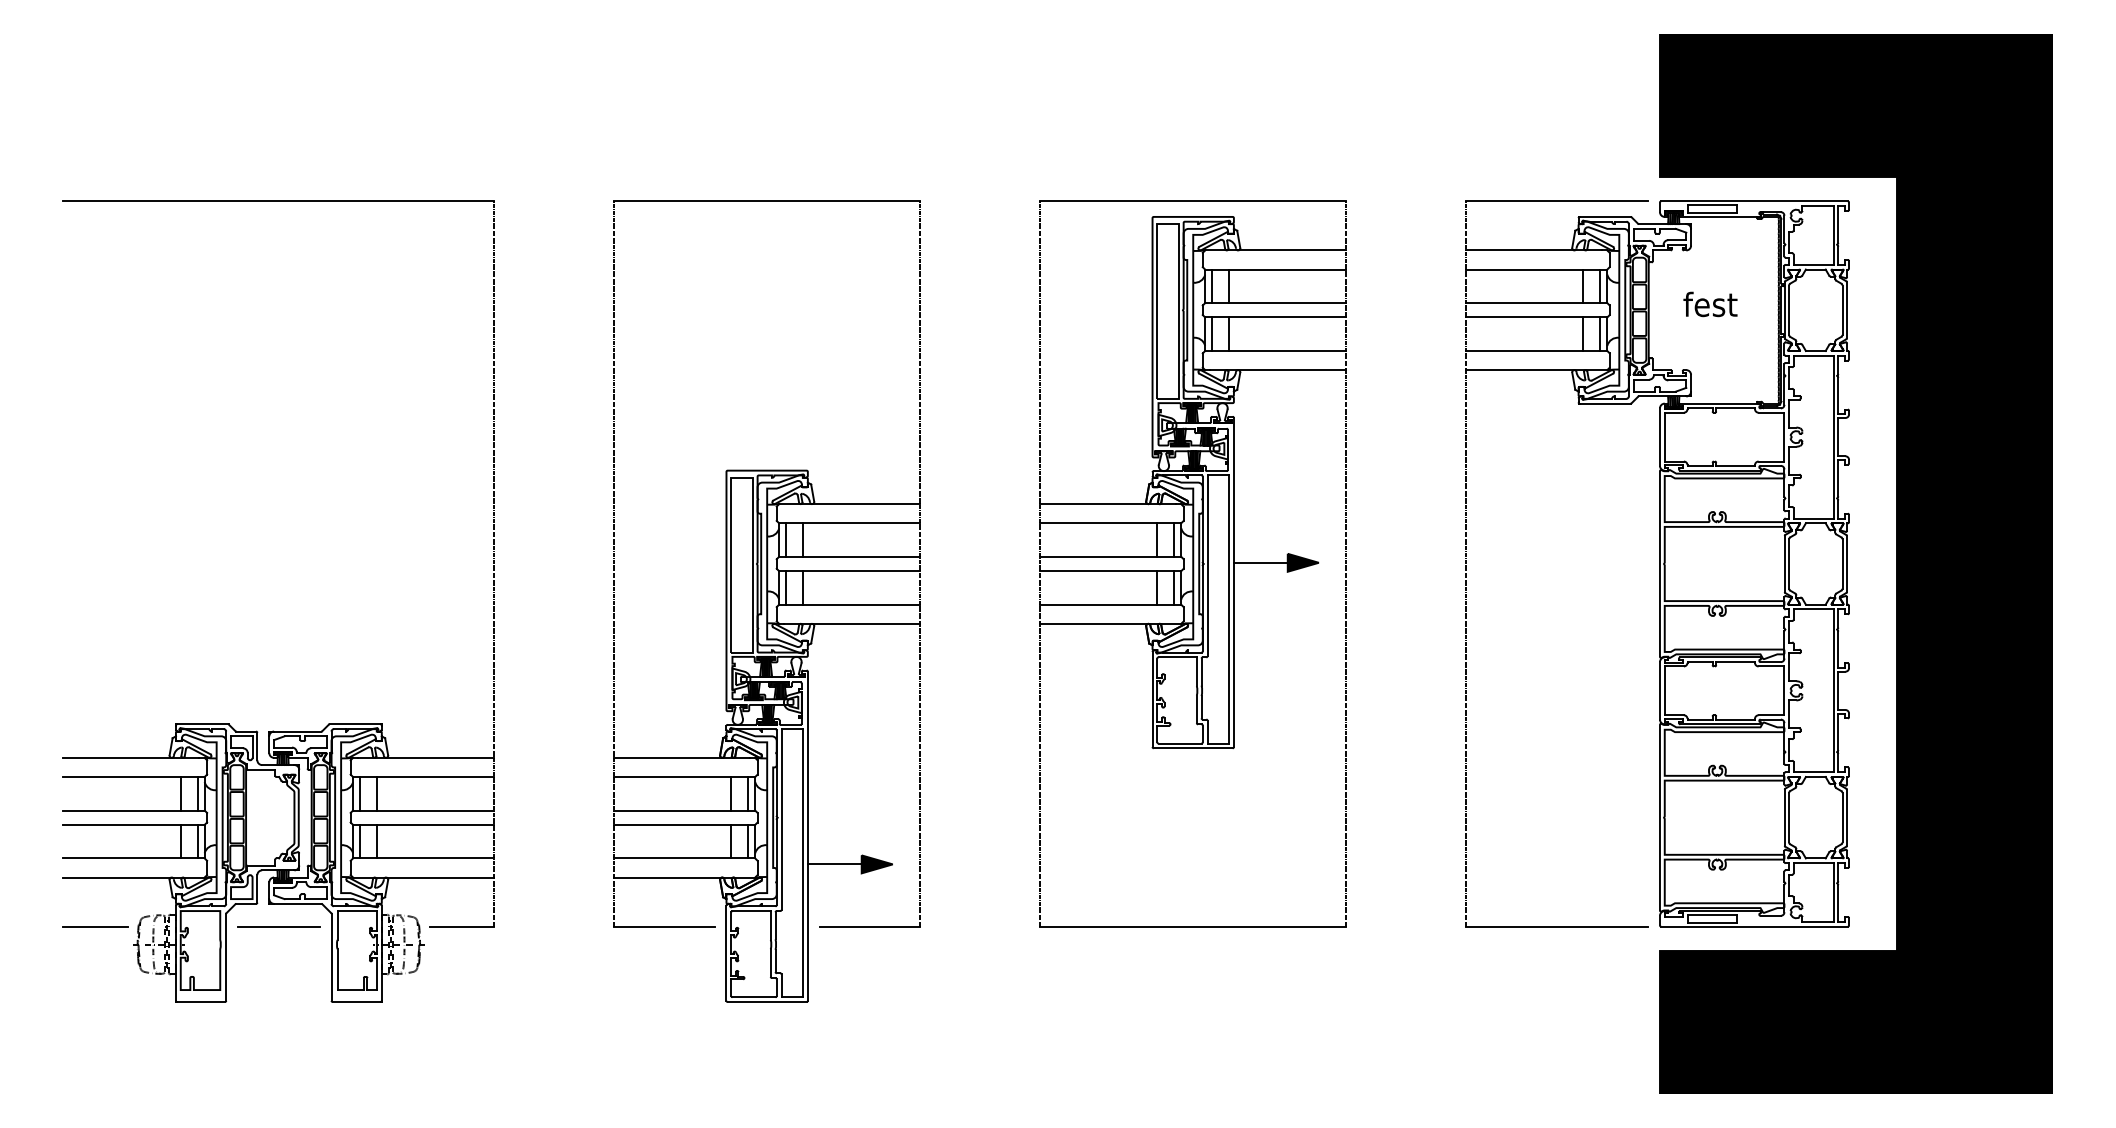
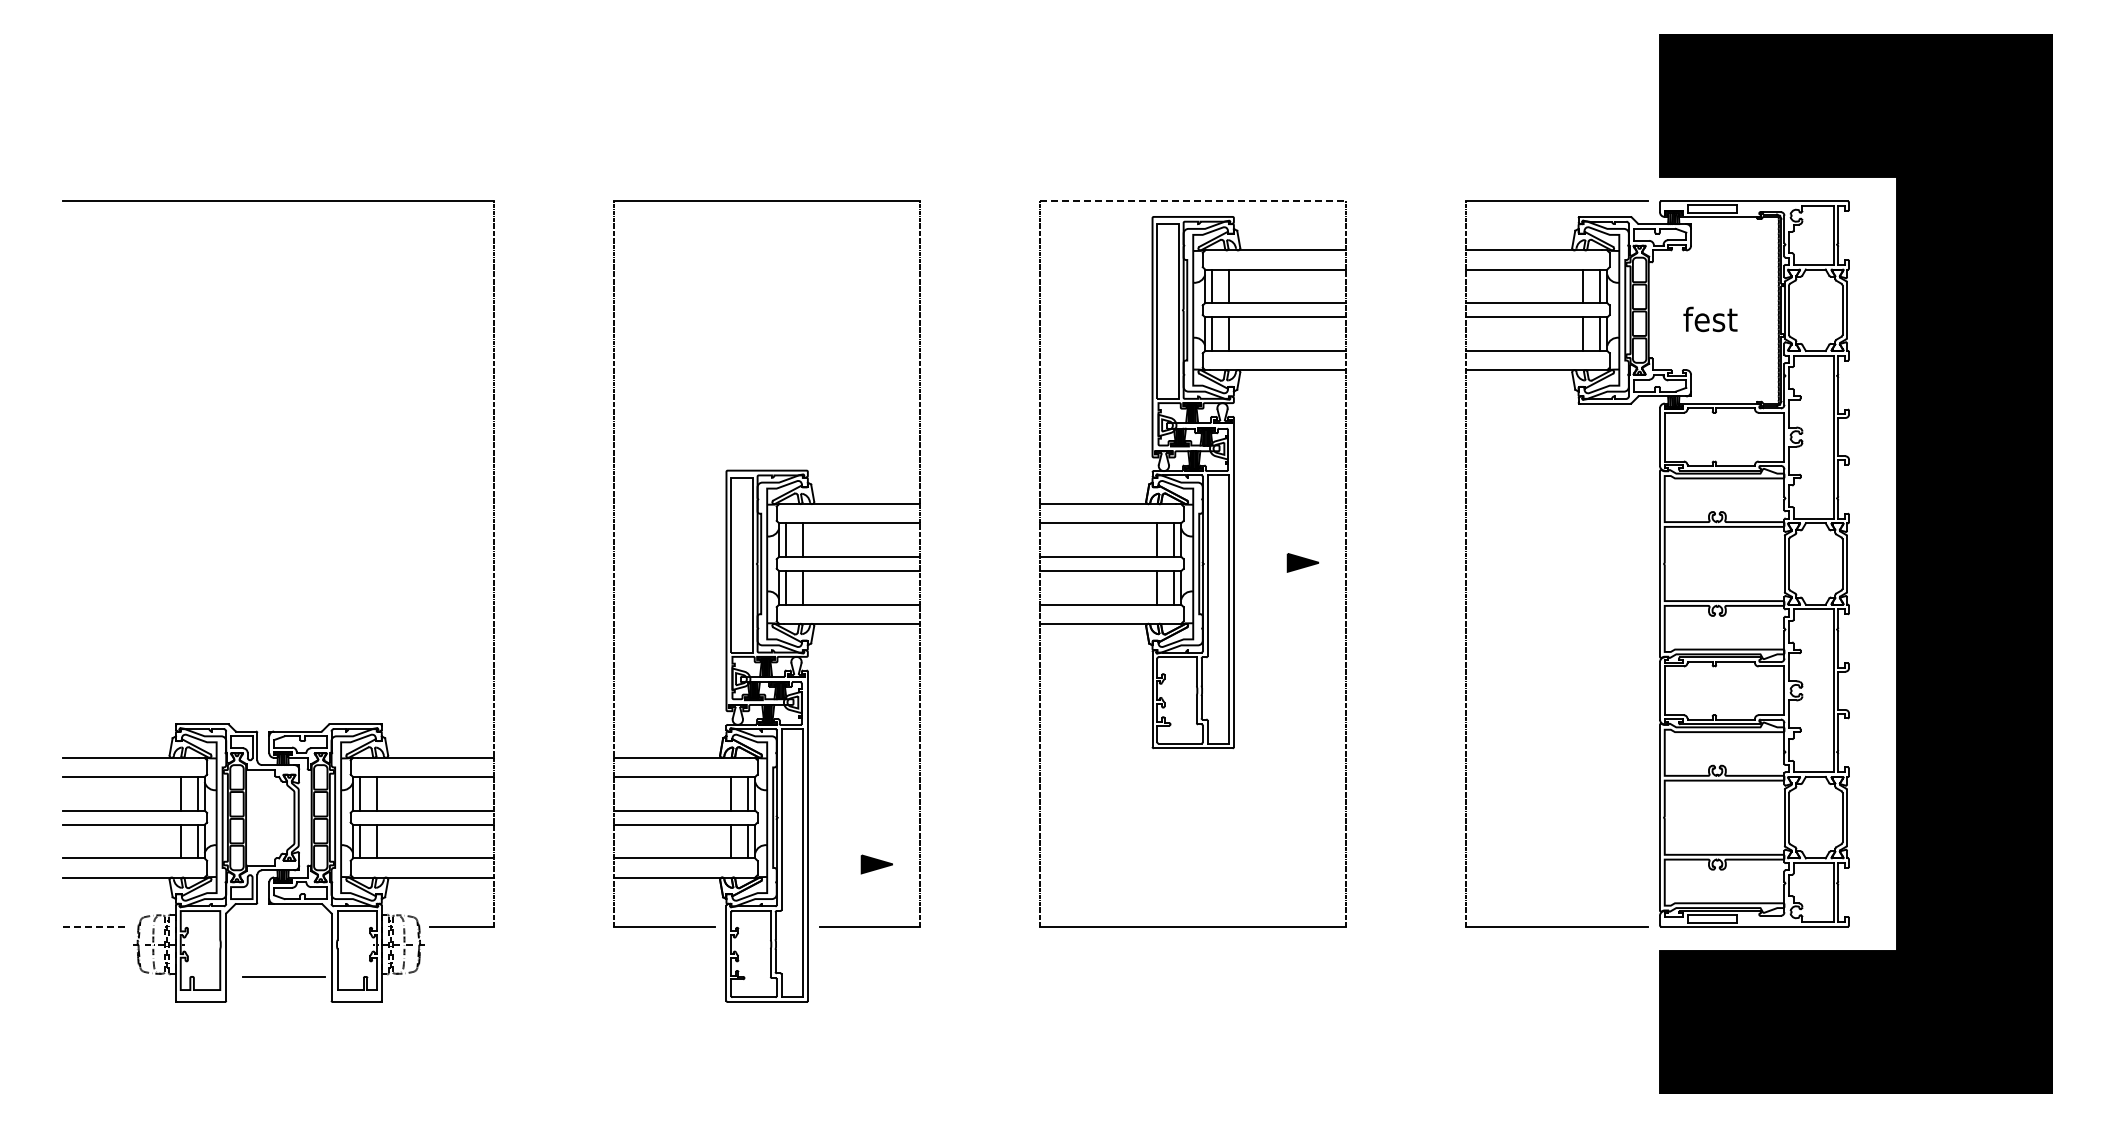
line at (1193, 201): solid -> dashed
text at (1710, 304) position: (1710, 304) -> (1710, 319)
line at (1260, 562): present -> none
line at (834, 864): present -> none
line at (96, 926): solid -> dashed
line at (278, 926) position: (278, 926) -> (283, 976)
